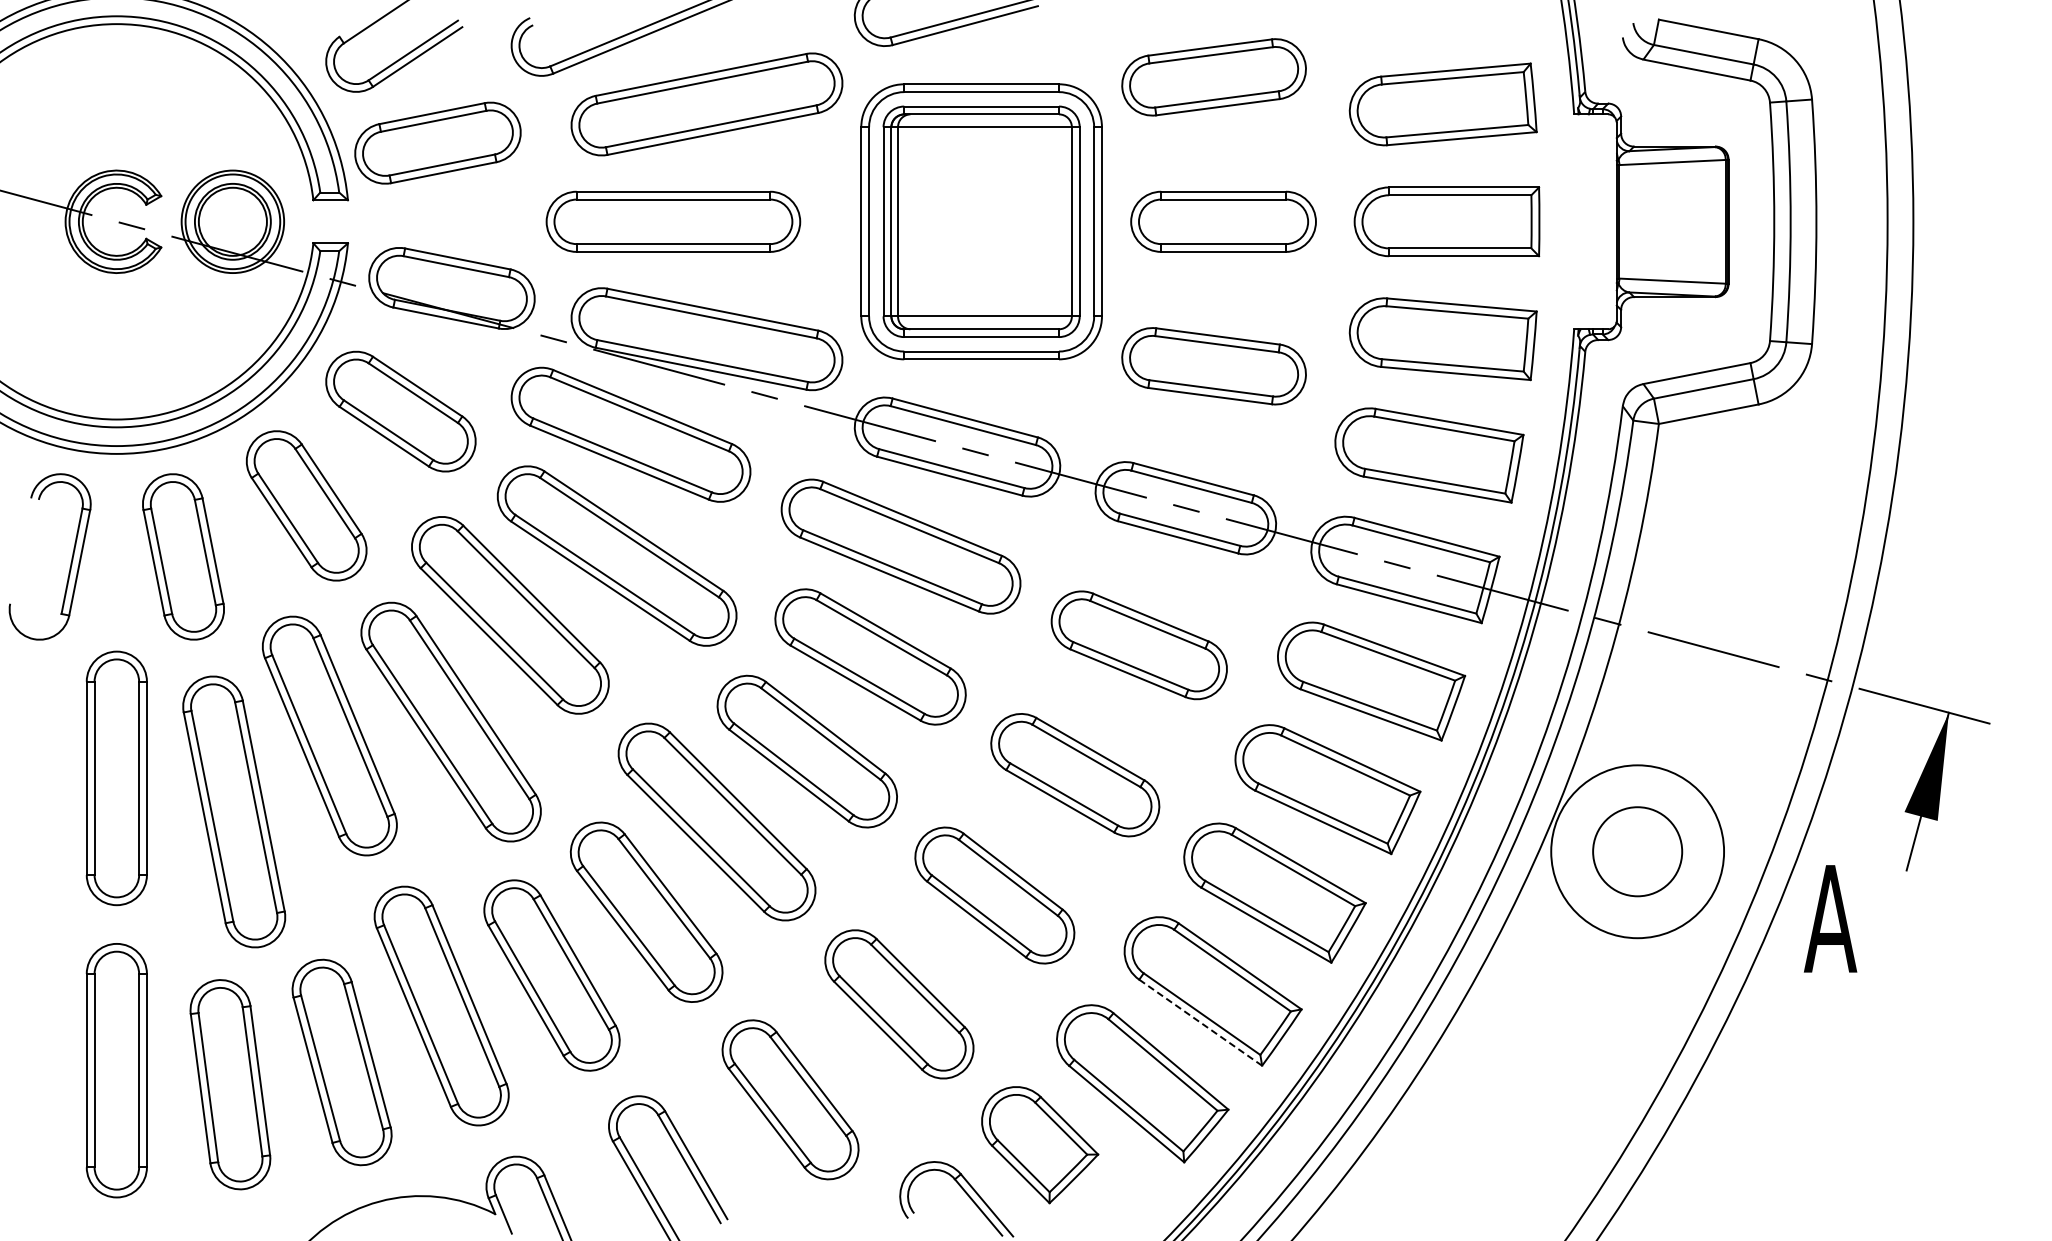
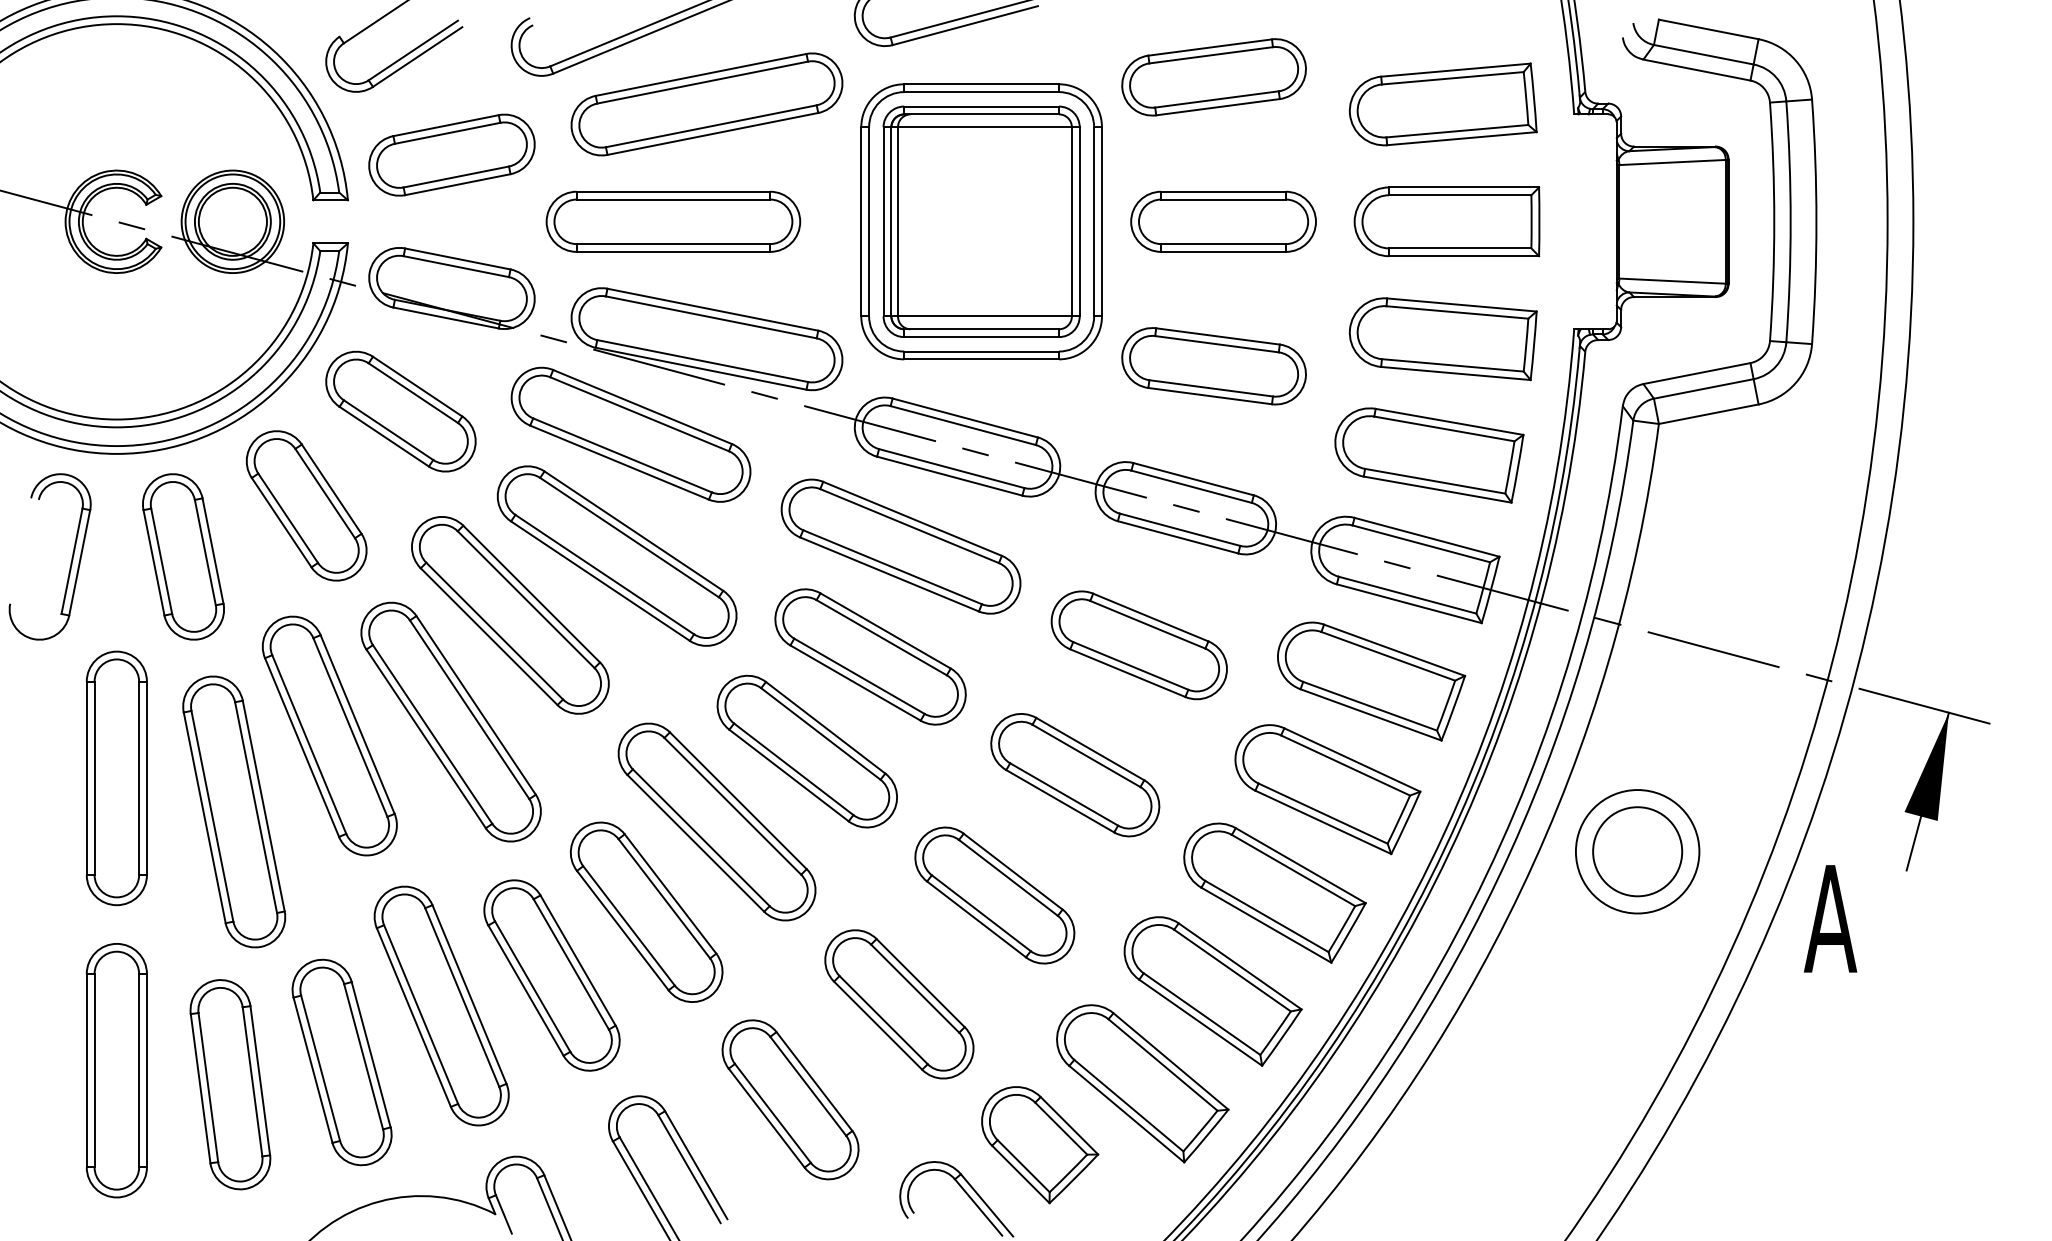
part at (437, 142) position: (437, 142) -> (451, 154)
circle at (1637, 851) diameter: 173 px -> 123 px
line at (1201, 1023): dashed -> solid
